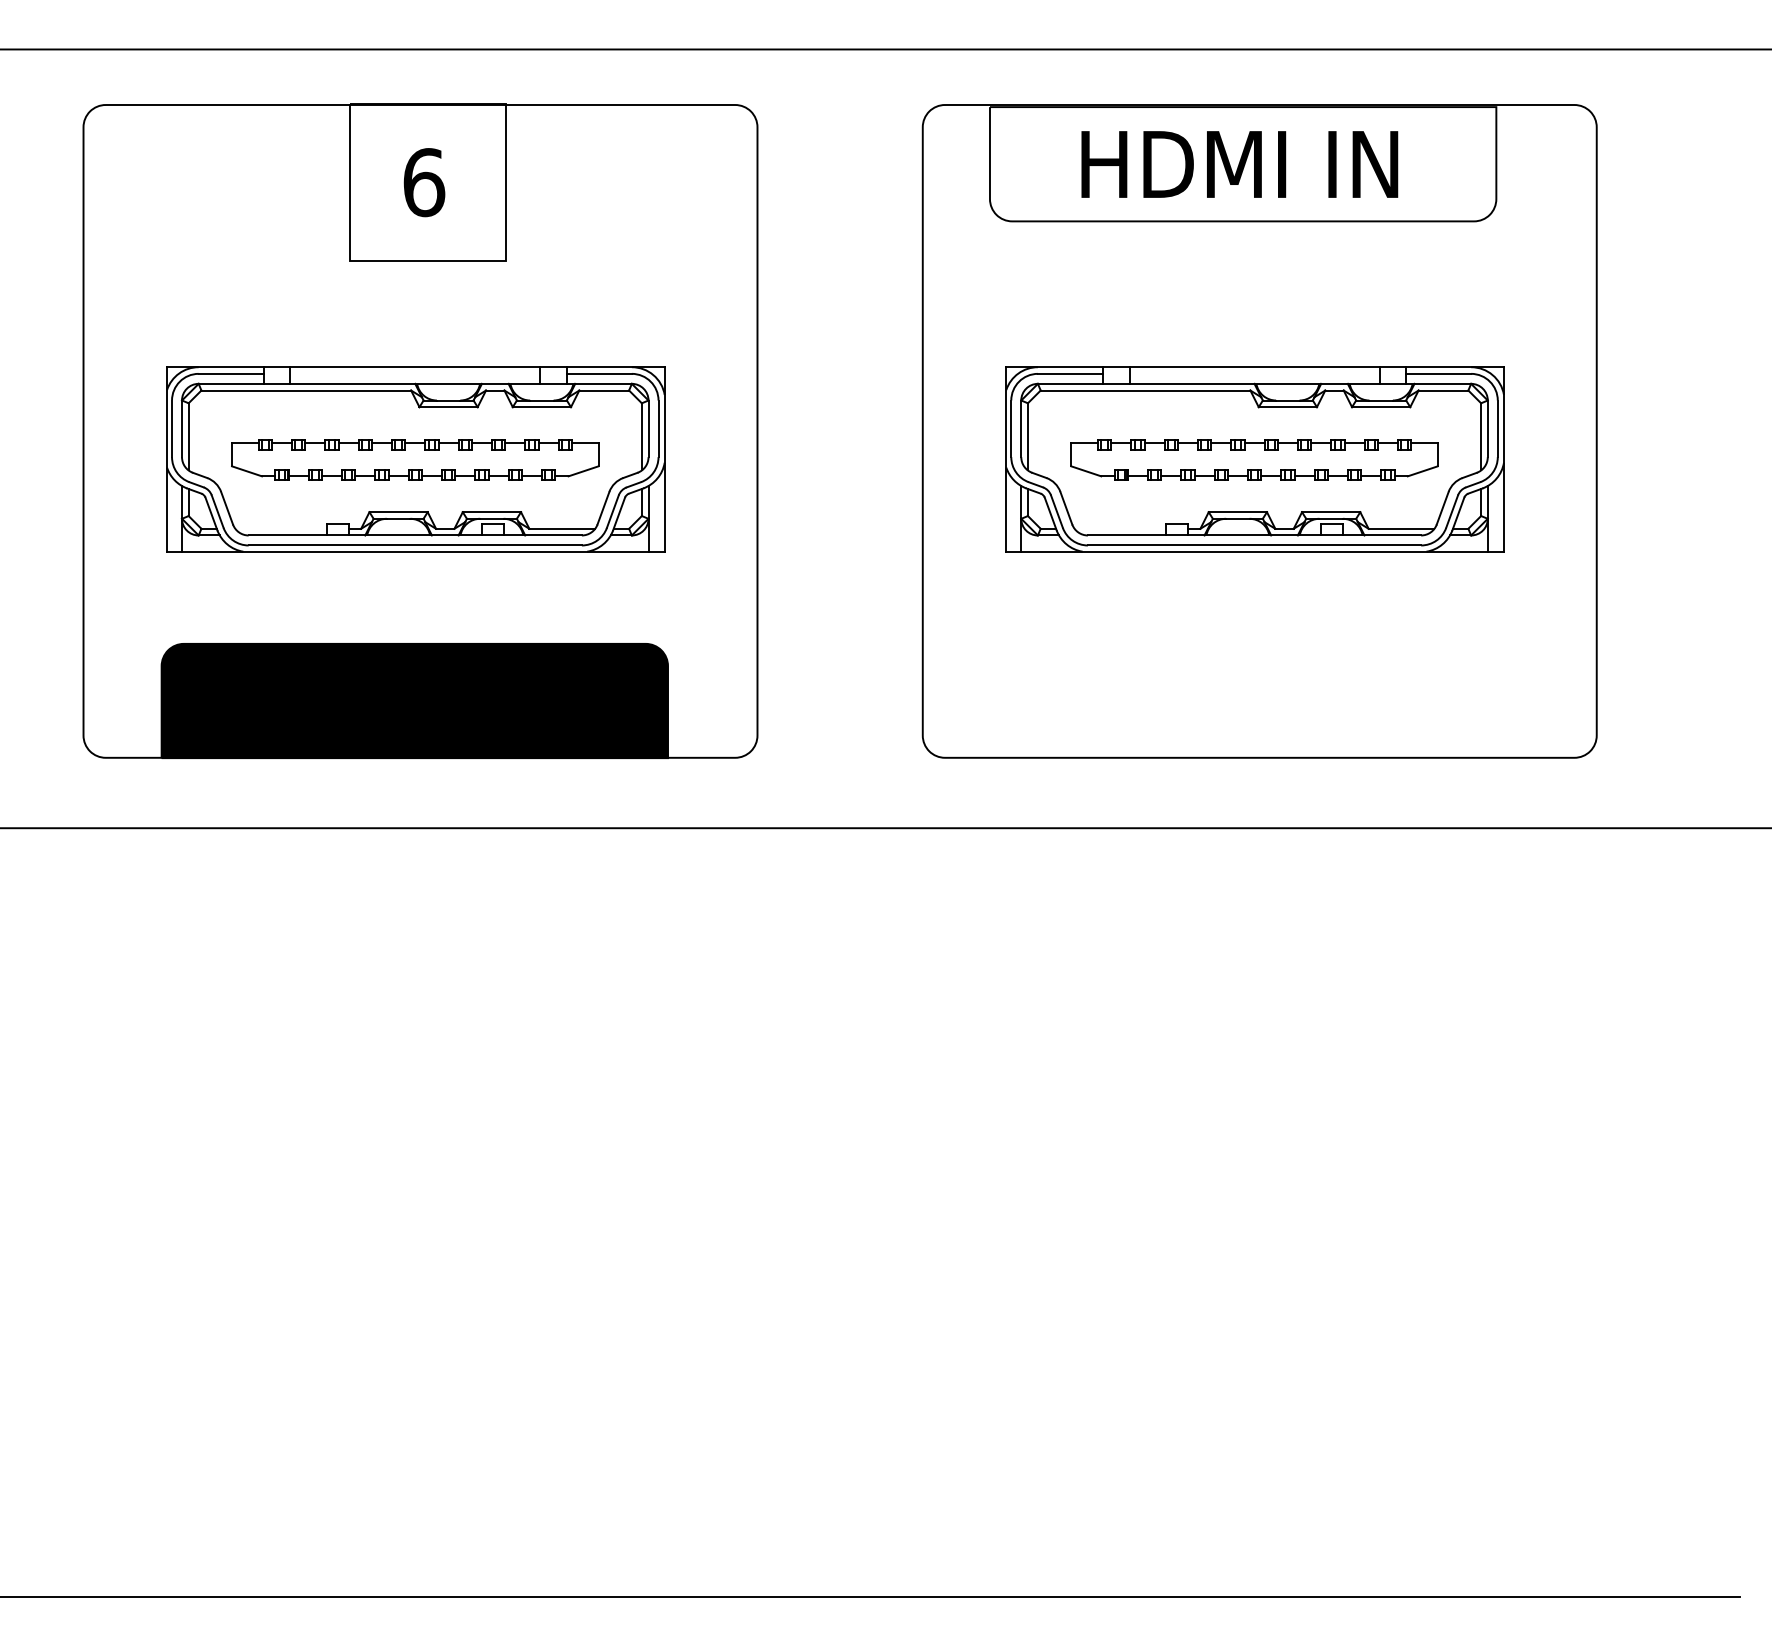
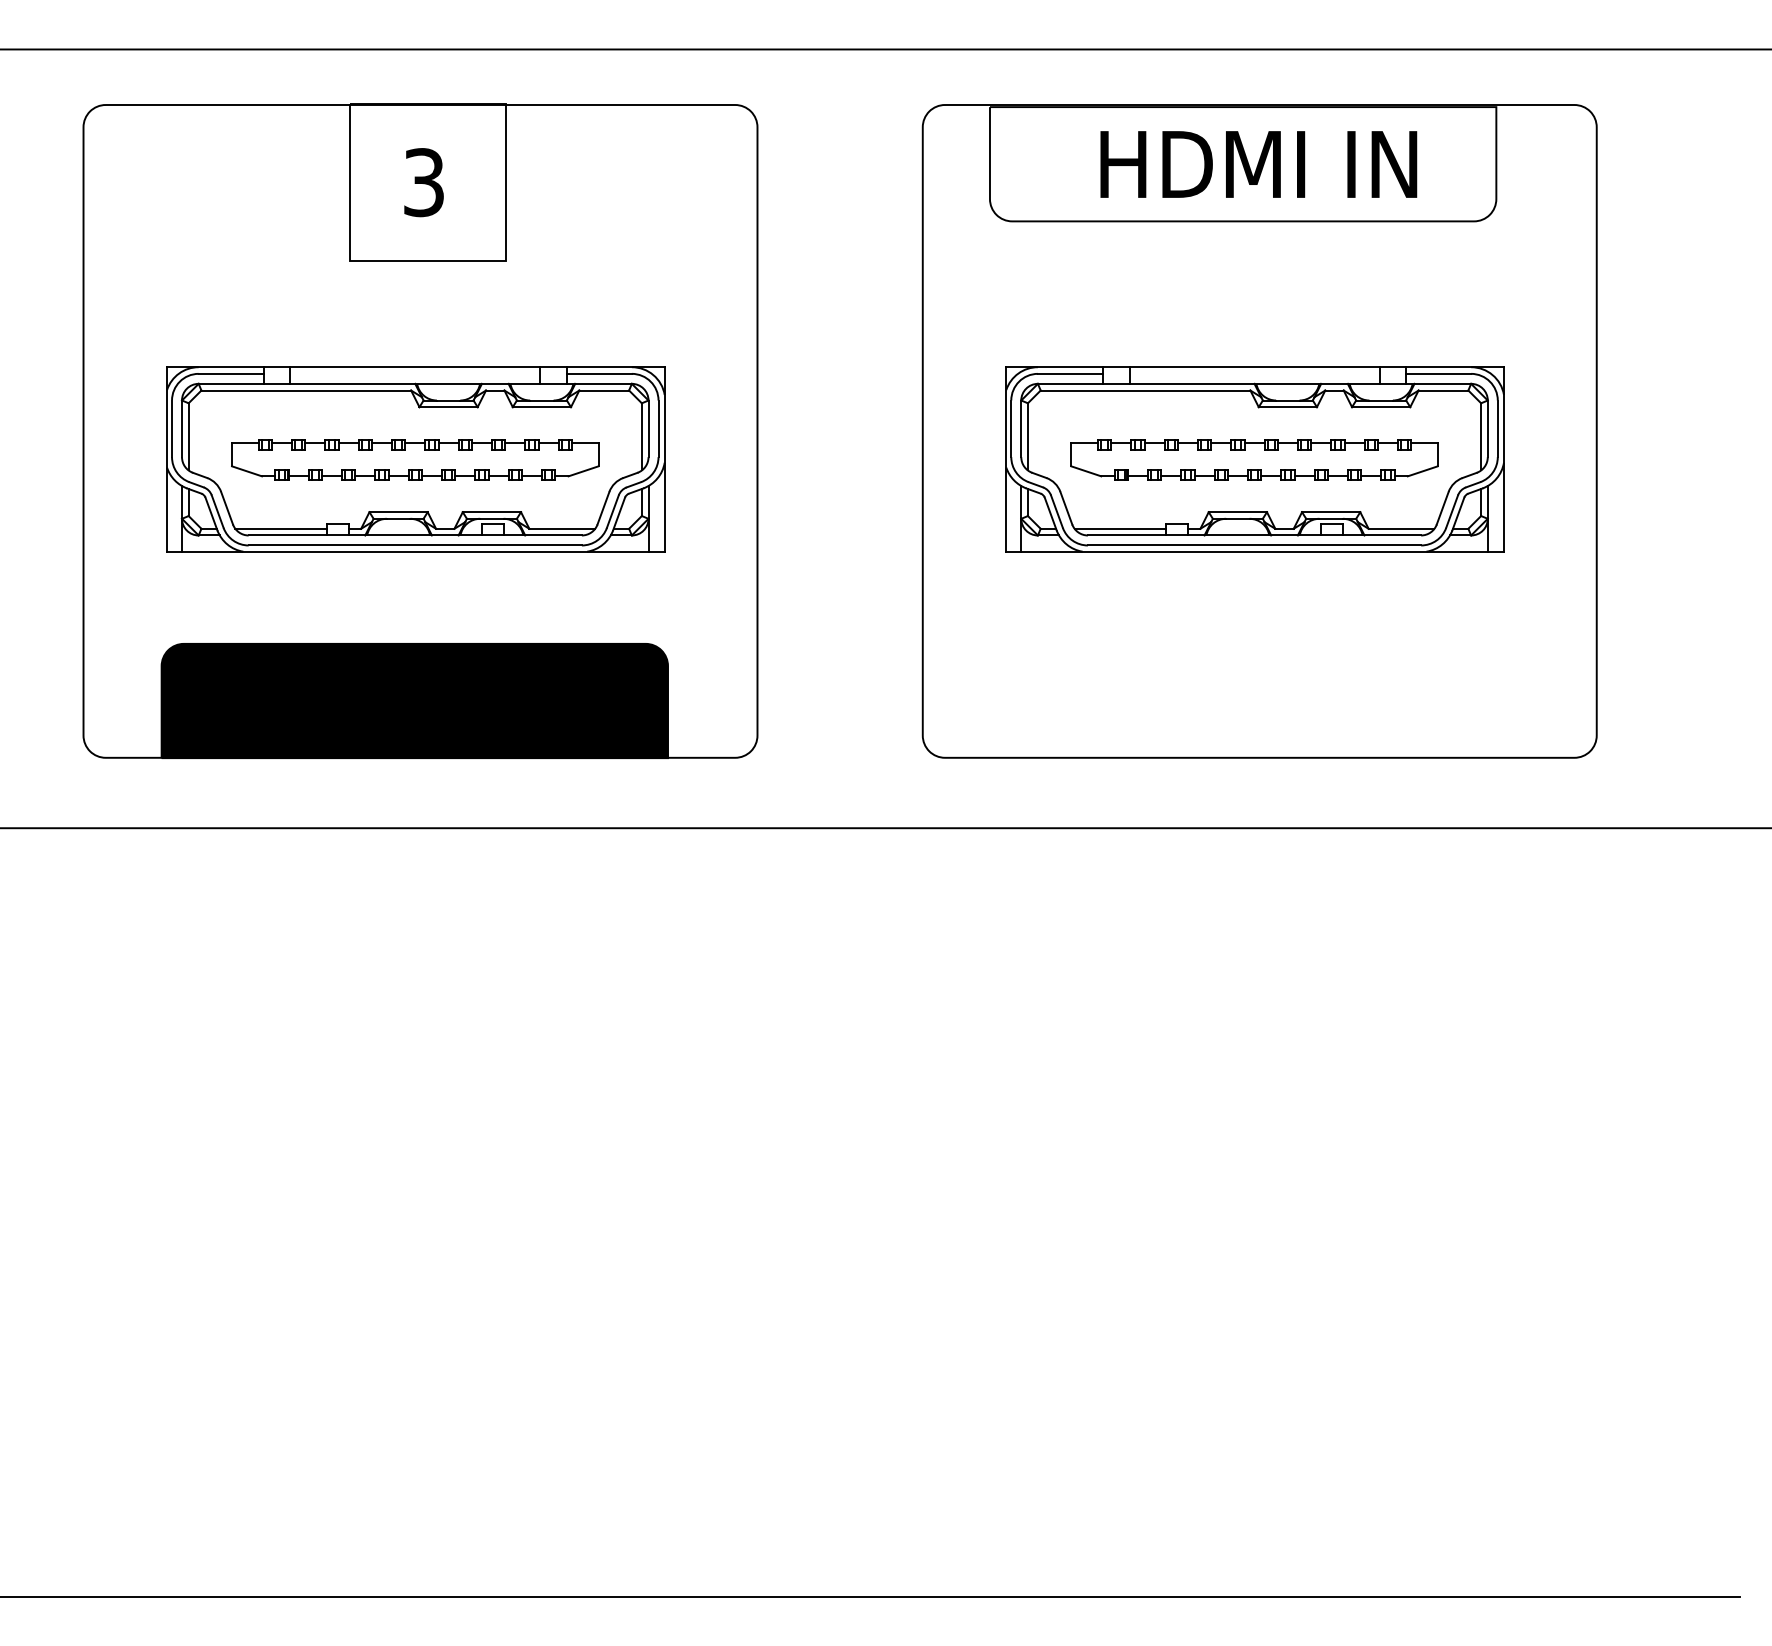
text at (1239, 164) position: (1239, 164) -> (1258, 164)
text at (424, 182): 6 -> 3
line at (280, 528): none -> present
line at (1120, 528): none -> present
